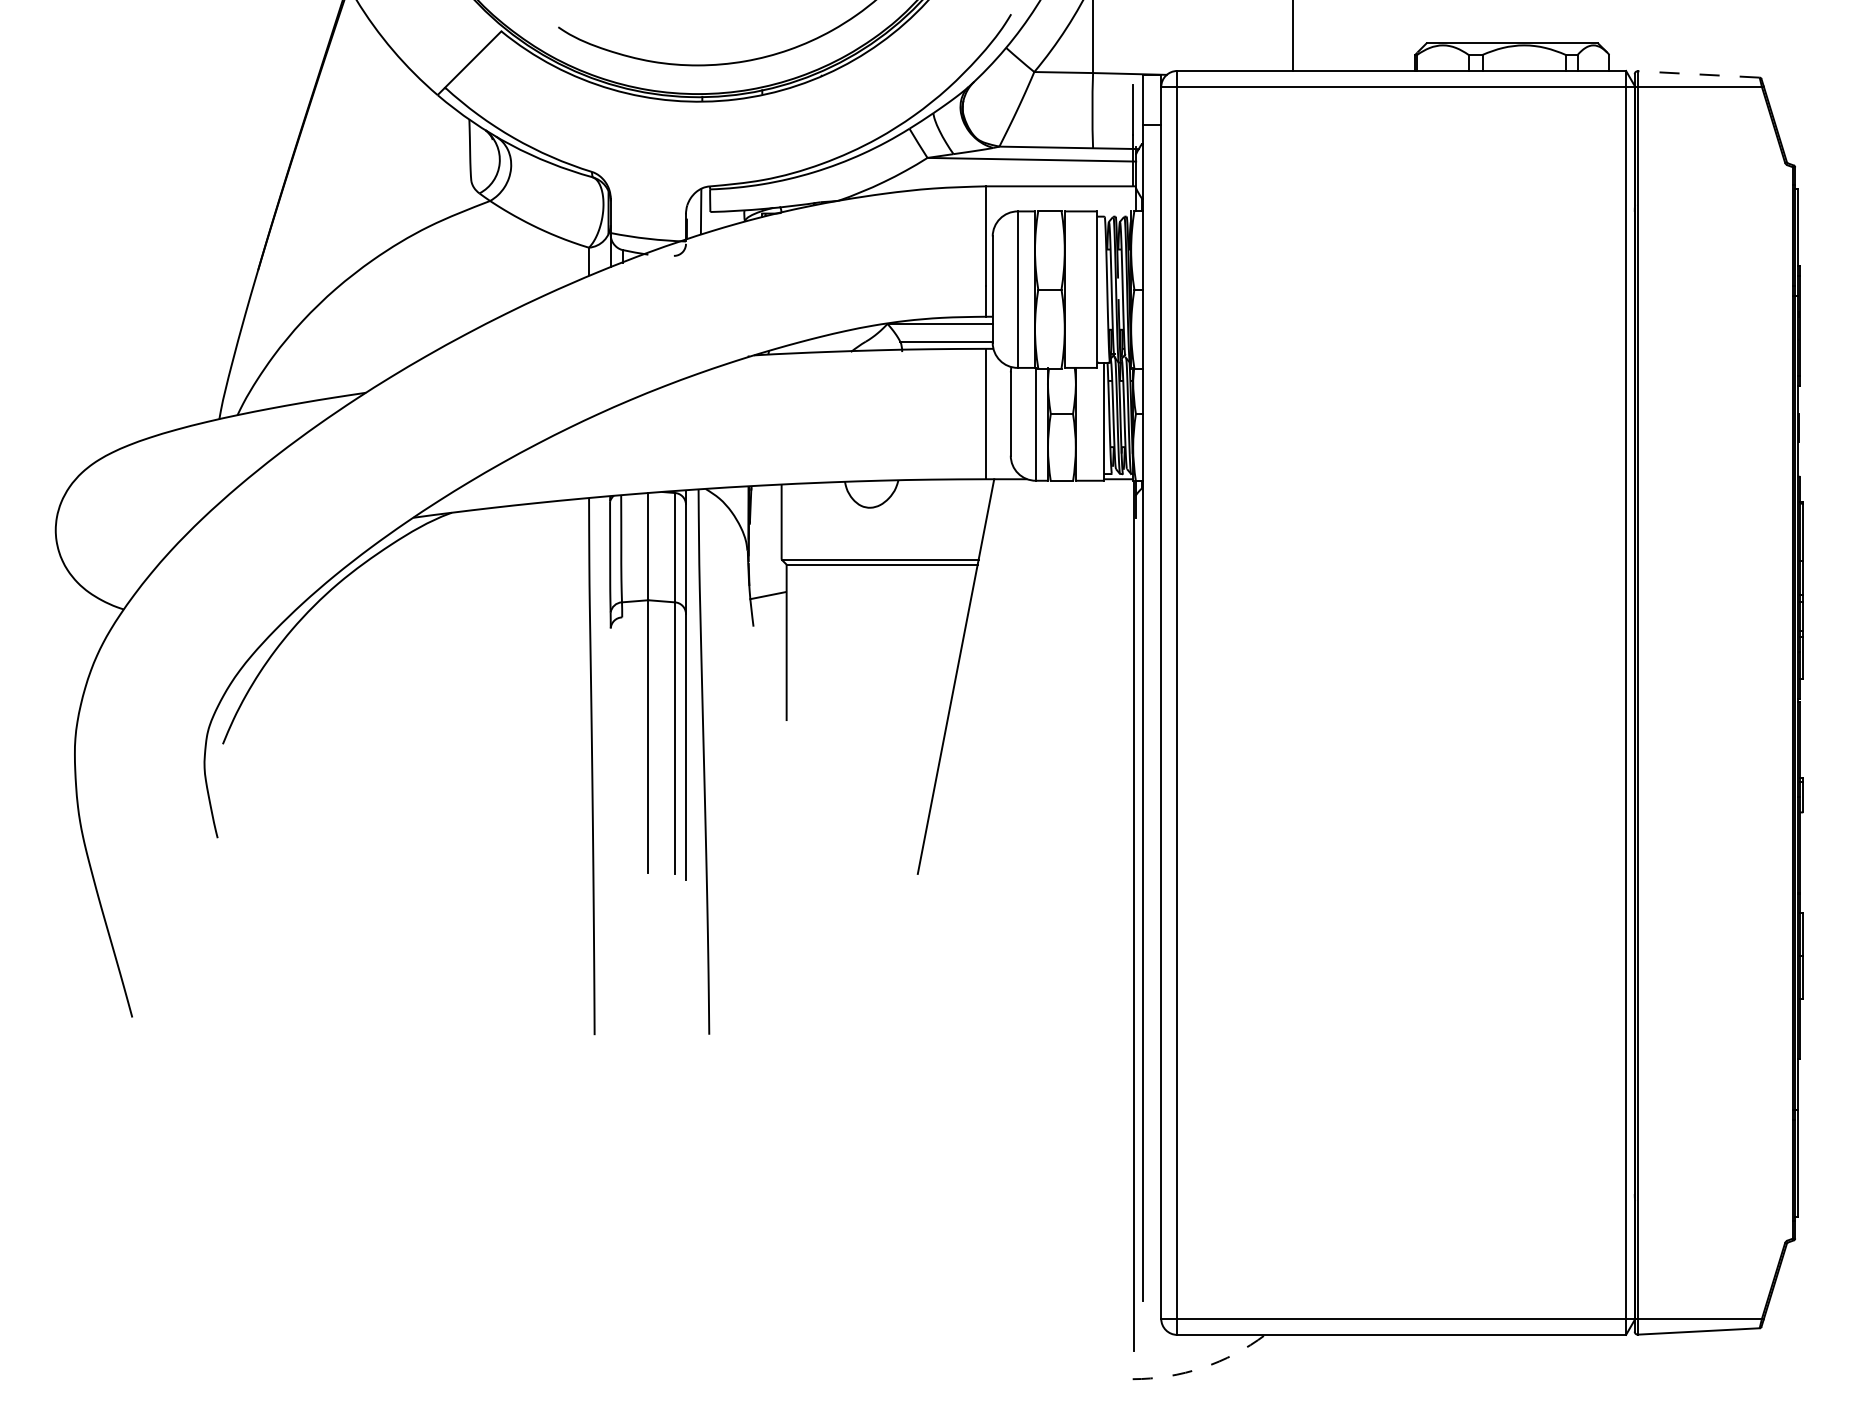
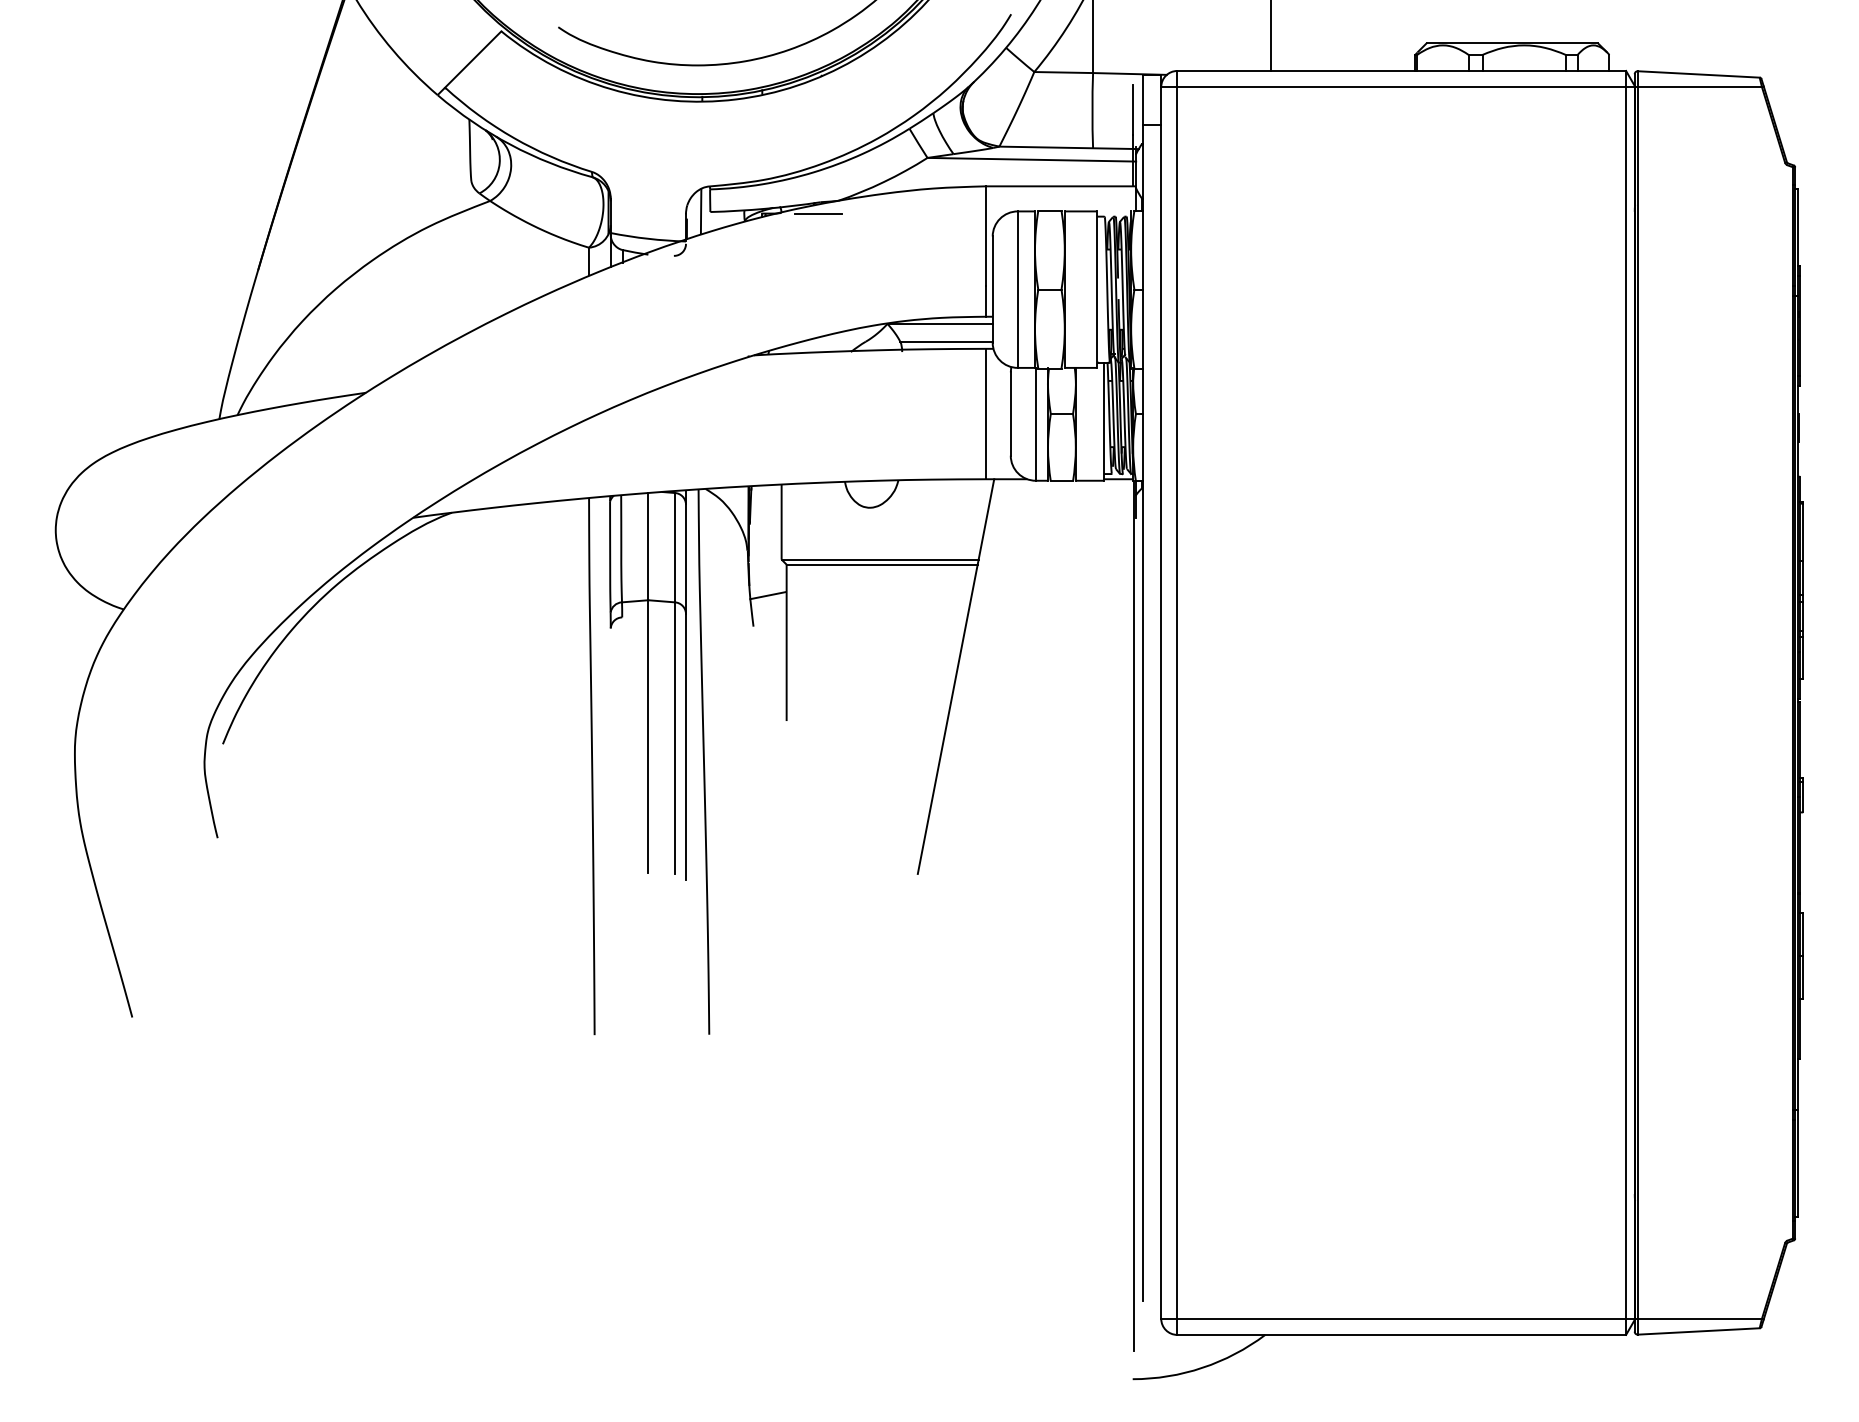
line at (1292, 36) position: (1292, 36) -> (1270, 36)
line at (1698, 74): dashed -> solid
line at (817, 213): none -> present
arc at (1202, 1367): dashed -> solid
